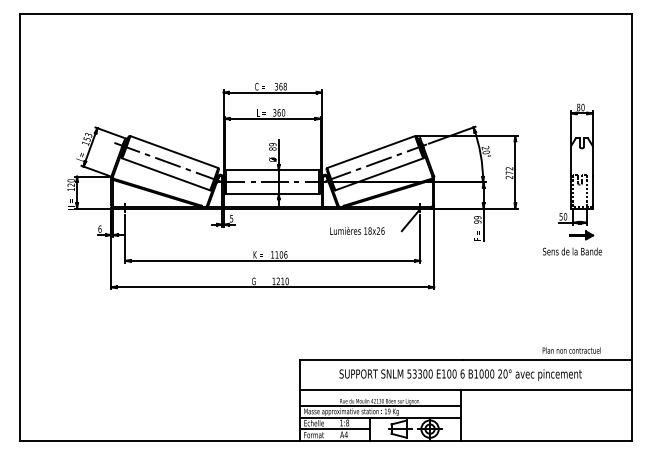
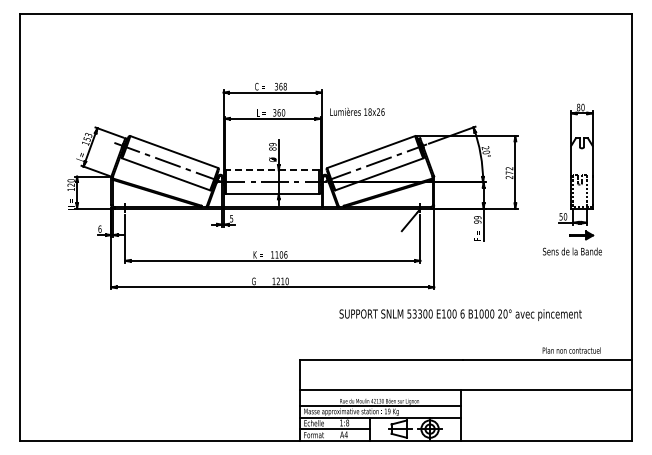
line at (272, 170): solid -> dashed
text at (357, 230) position: (357, 230) -> (357, 111)
text at (460, 374) position: (460, 374) -> (460, 314)
